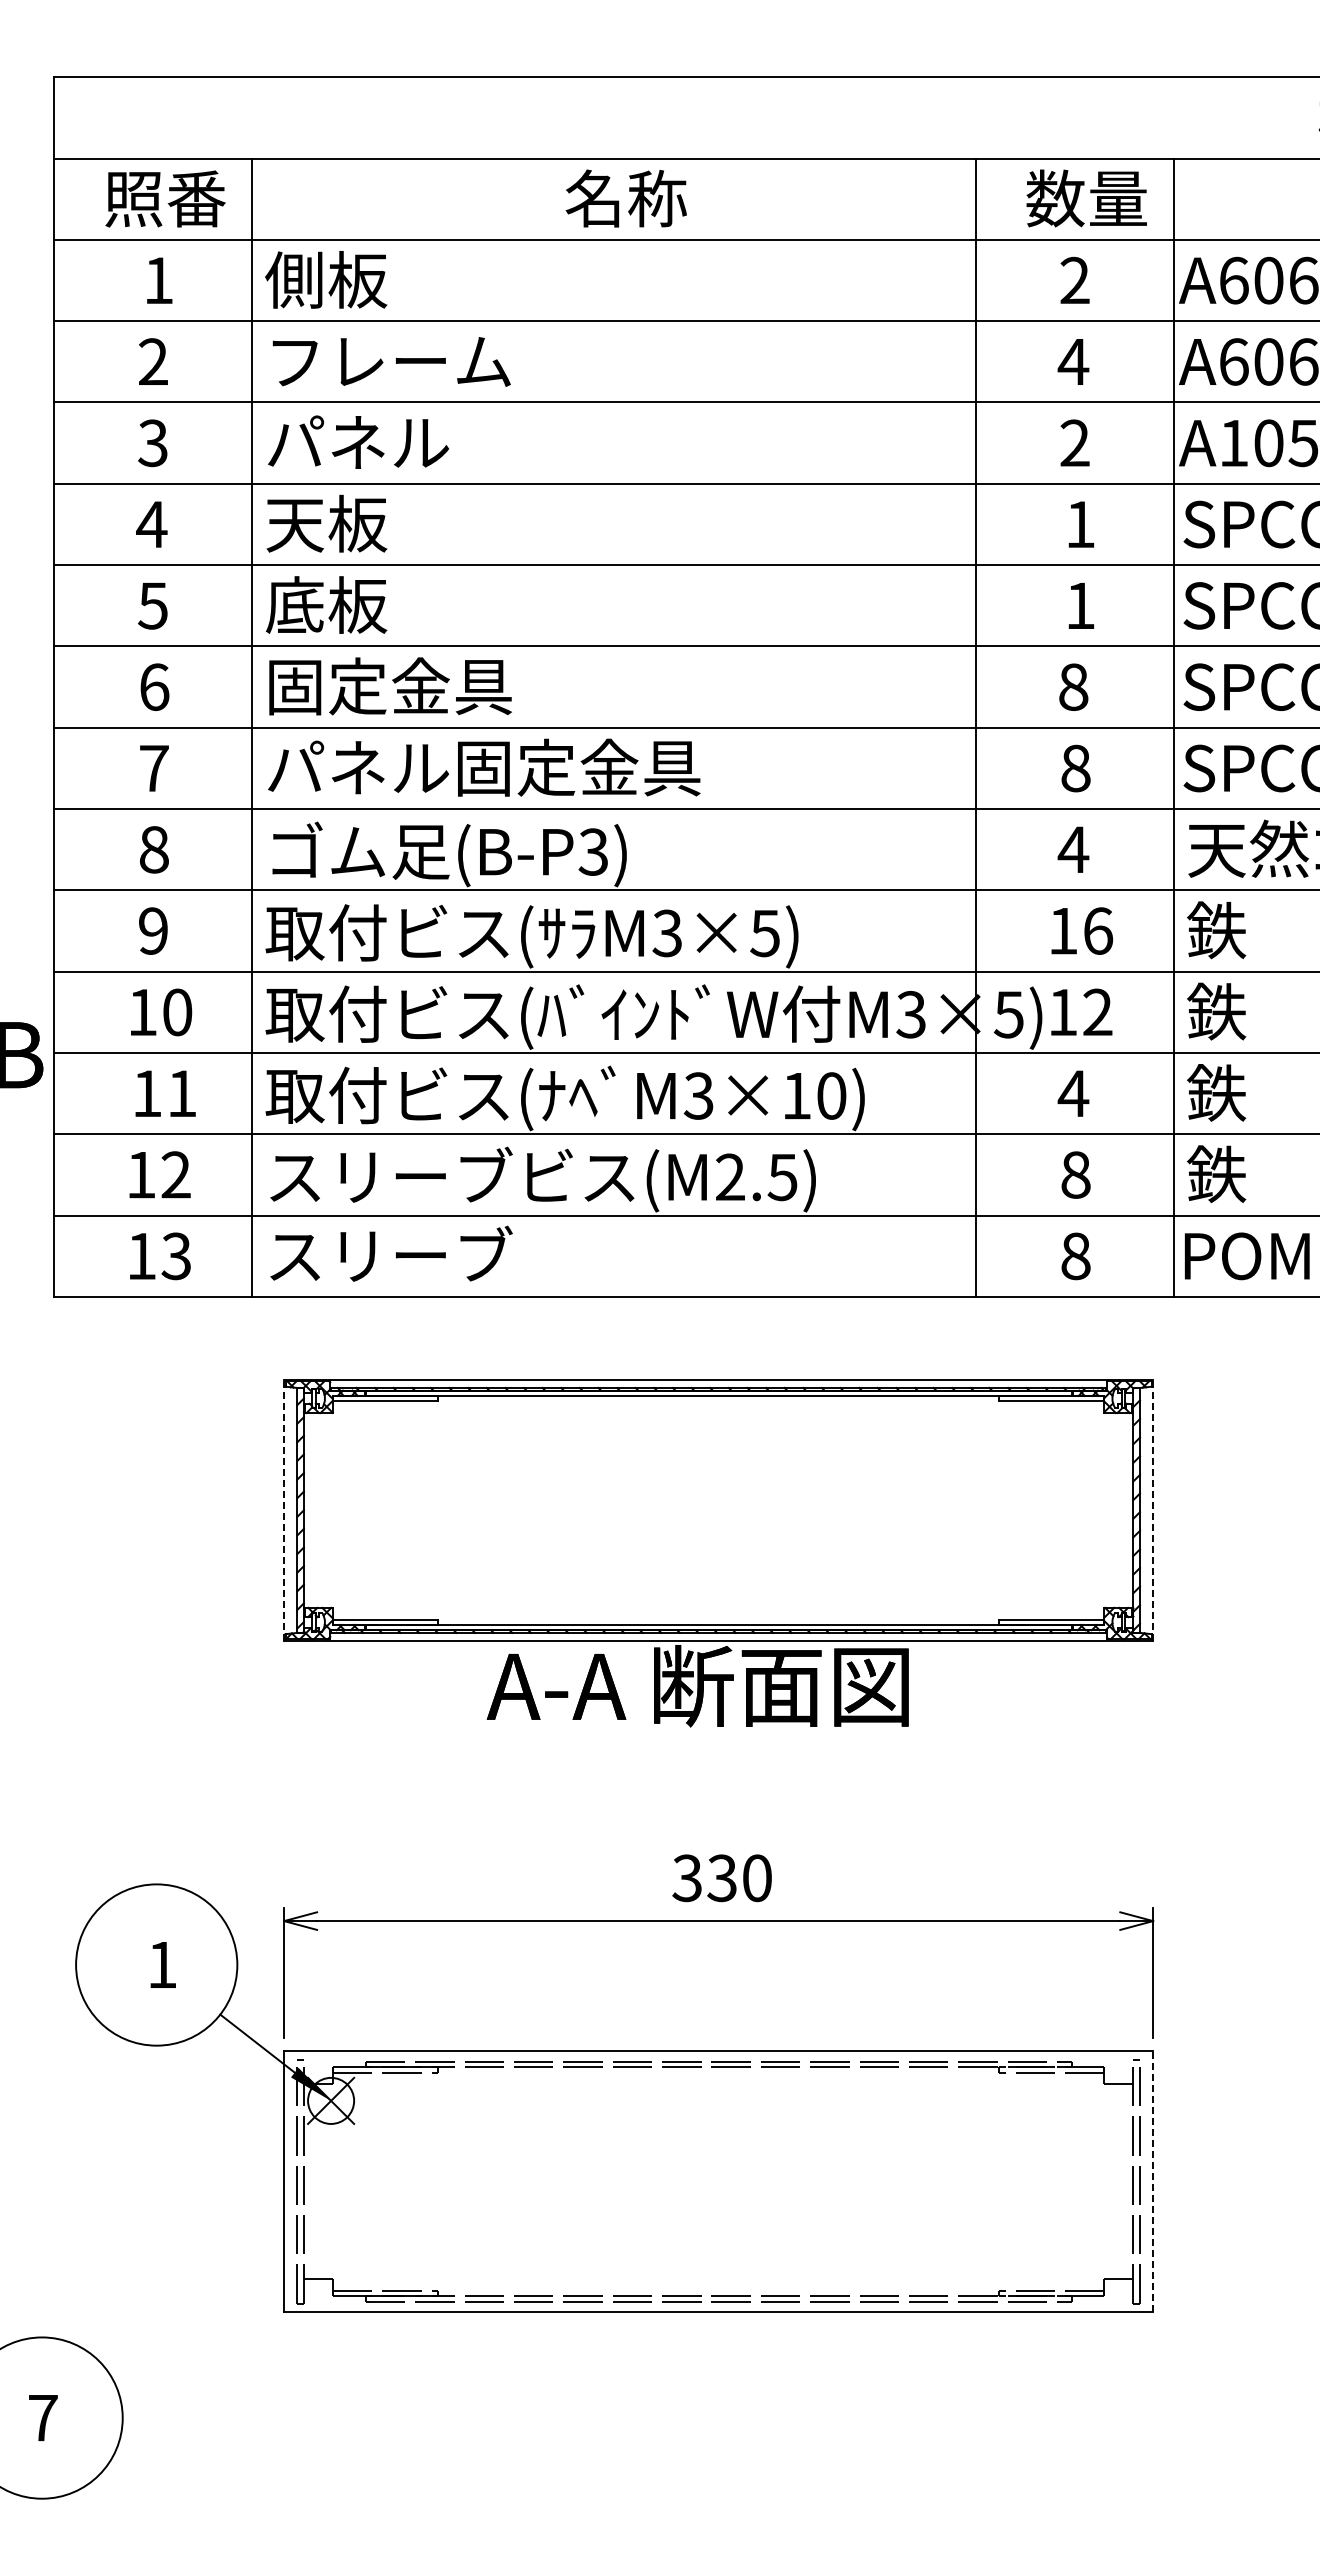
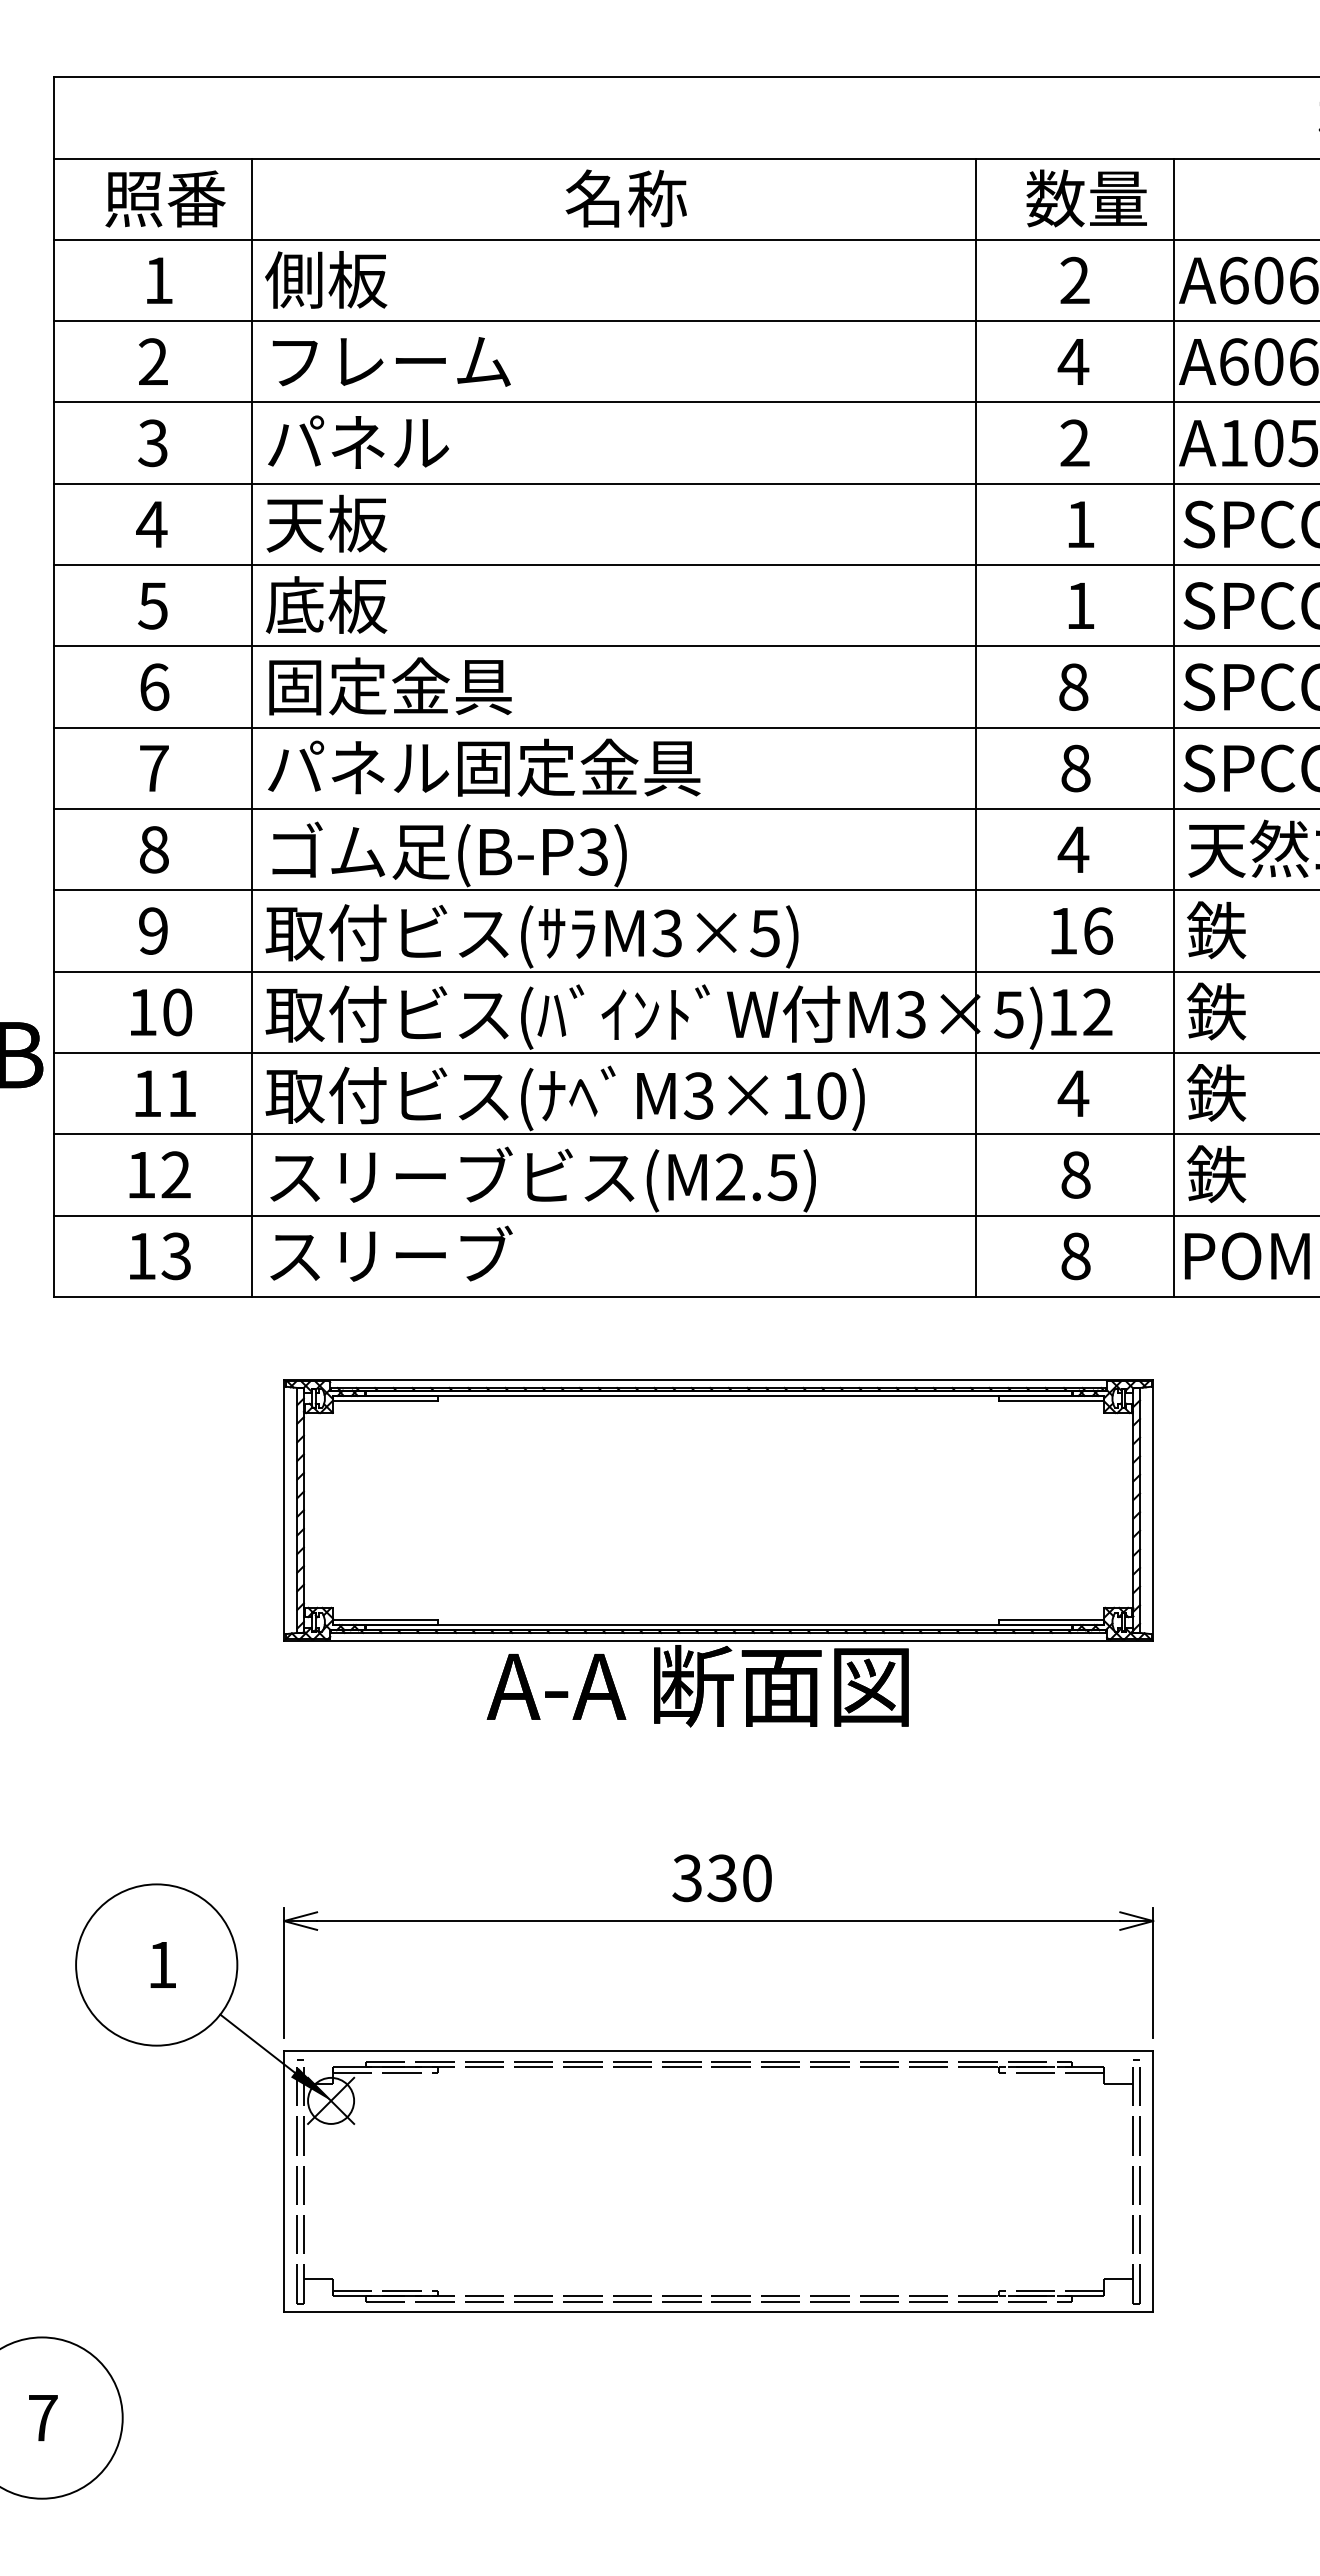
line at (284, 1509): dashed -> solid
line at (1153, 1509): dashed -> solid
line at (1153, 2181): dashed -> solid
